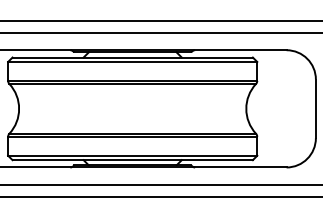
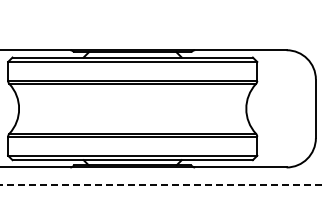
line at (160, 20): present -> none
line at (160, 32): present -> none
line at (161, 185): solid -> dashed
line at (160, 196): present -> none
